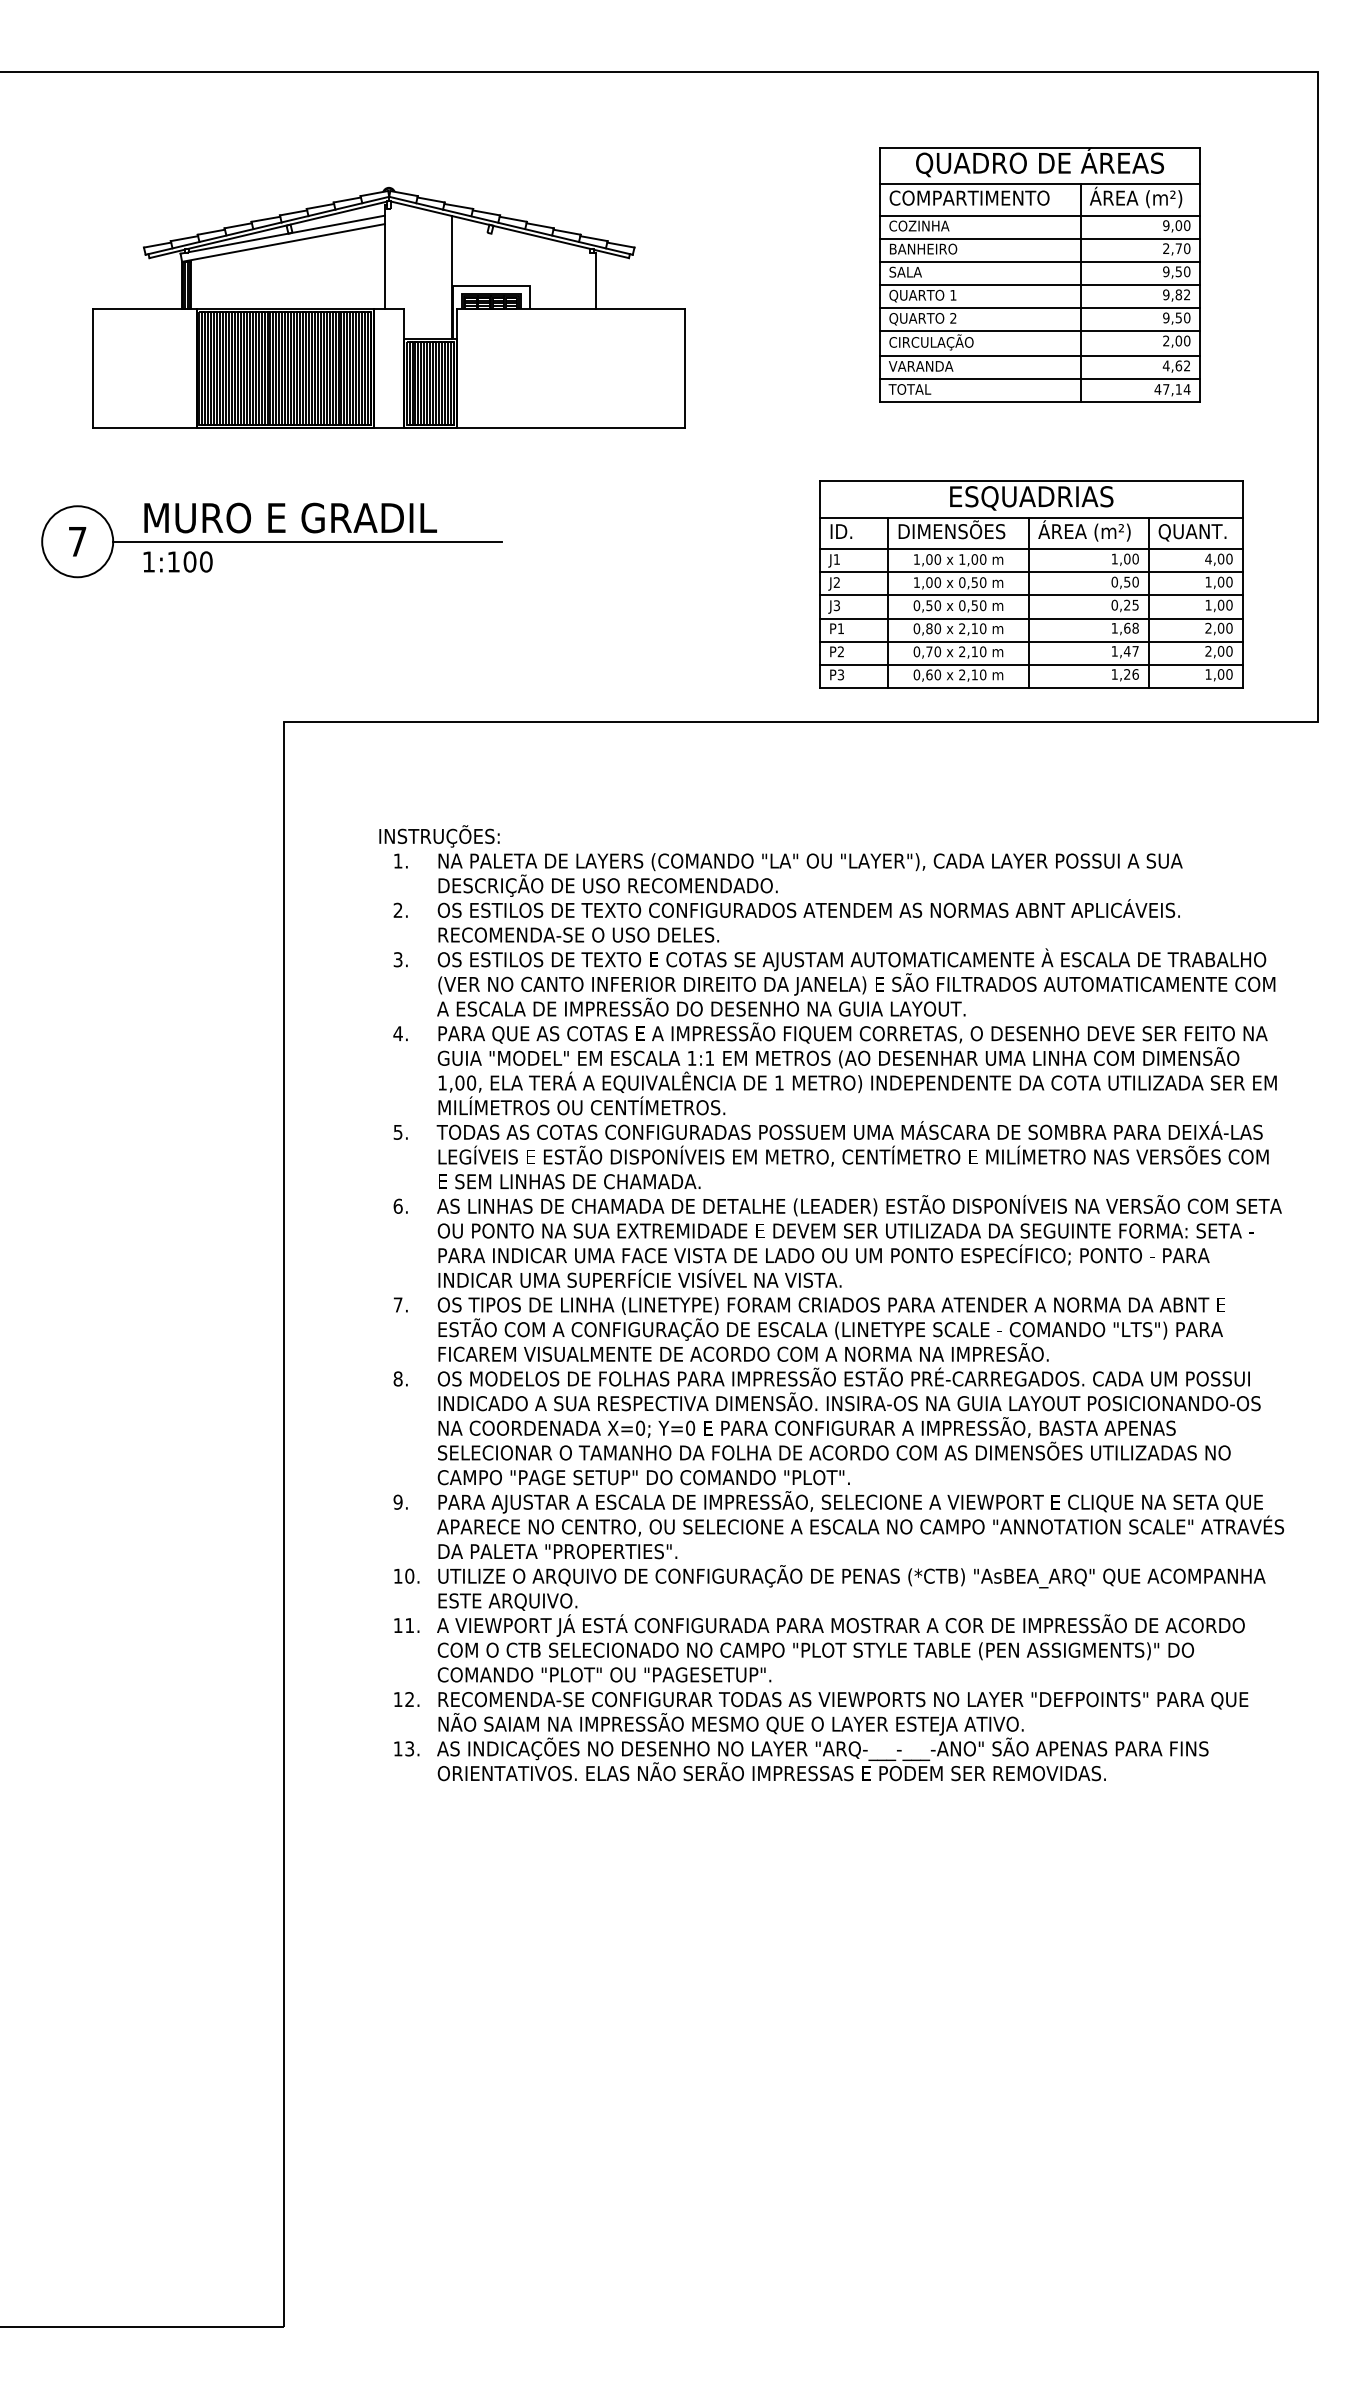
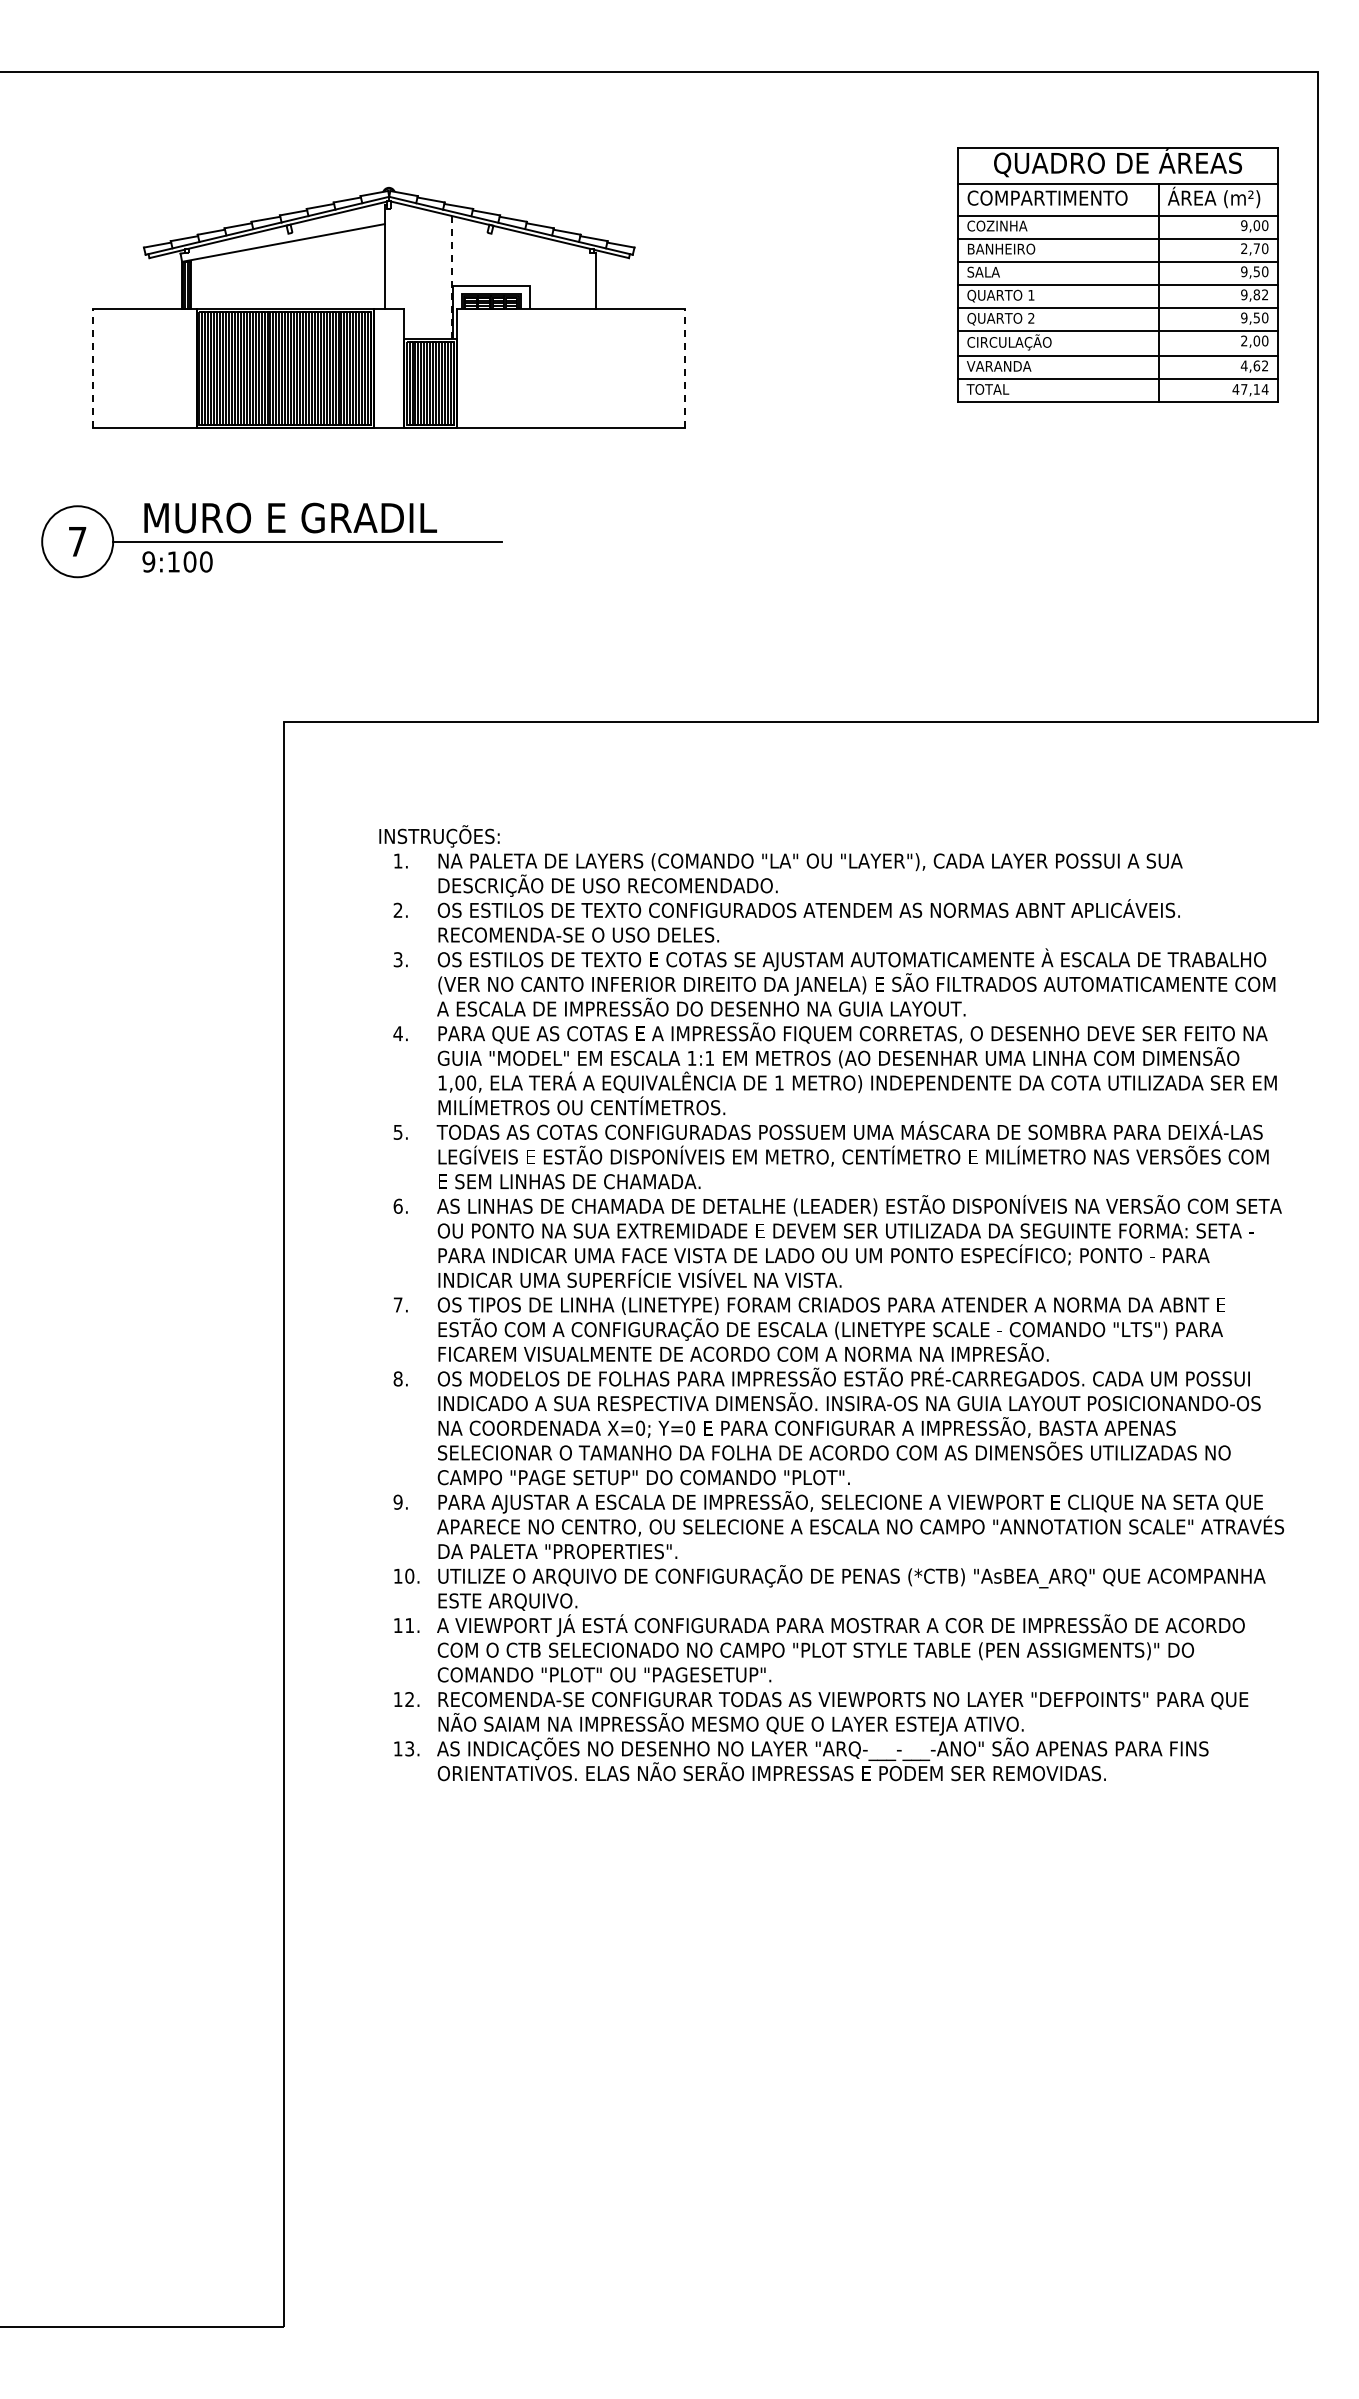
line at (286, 233): present -> none
part at (1039, 274) position: (1039, 274) -> (1117, 274)
line at (451, 277): solid -> dashed
line at (93, 367): solid -> dashed
line at (685, 367): solid -> dashed
text at (148, 561): 1:100 -> 9:100
part at (1031, 584): present -> none
